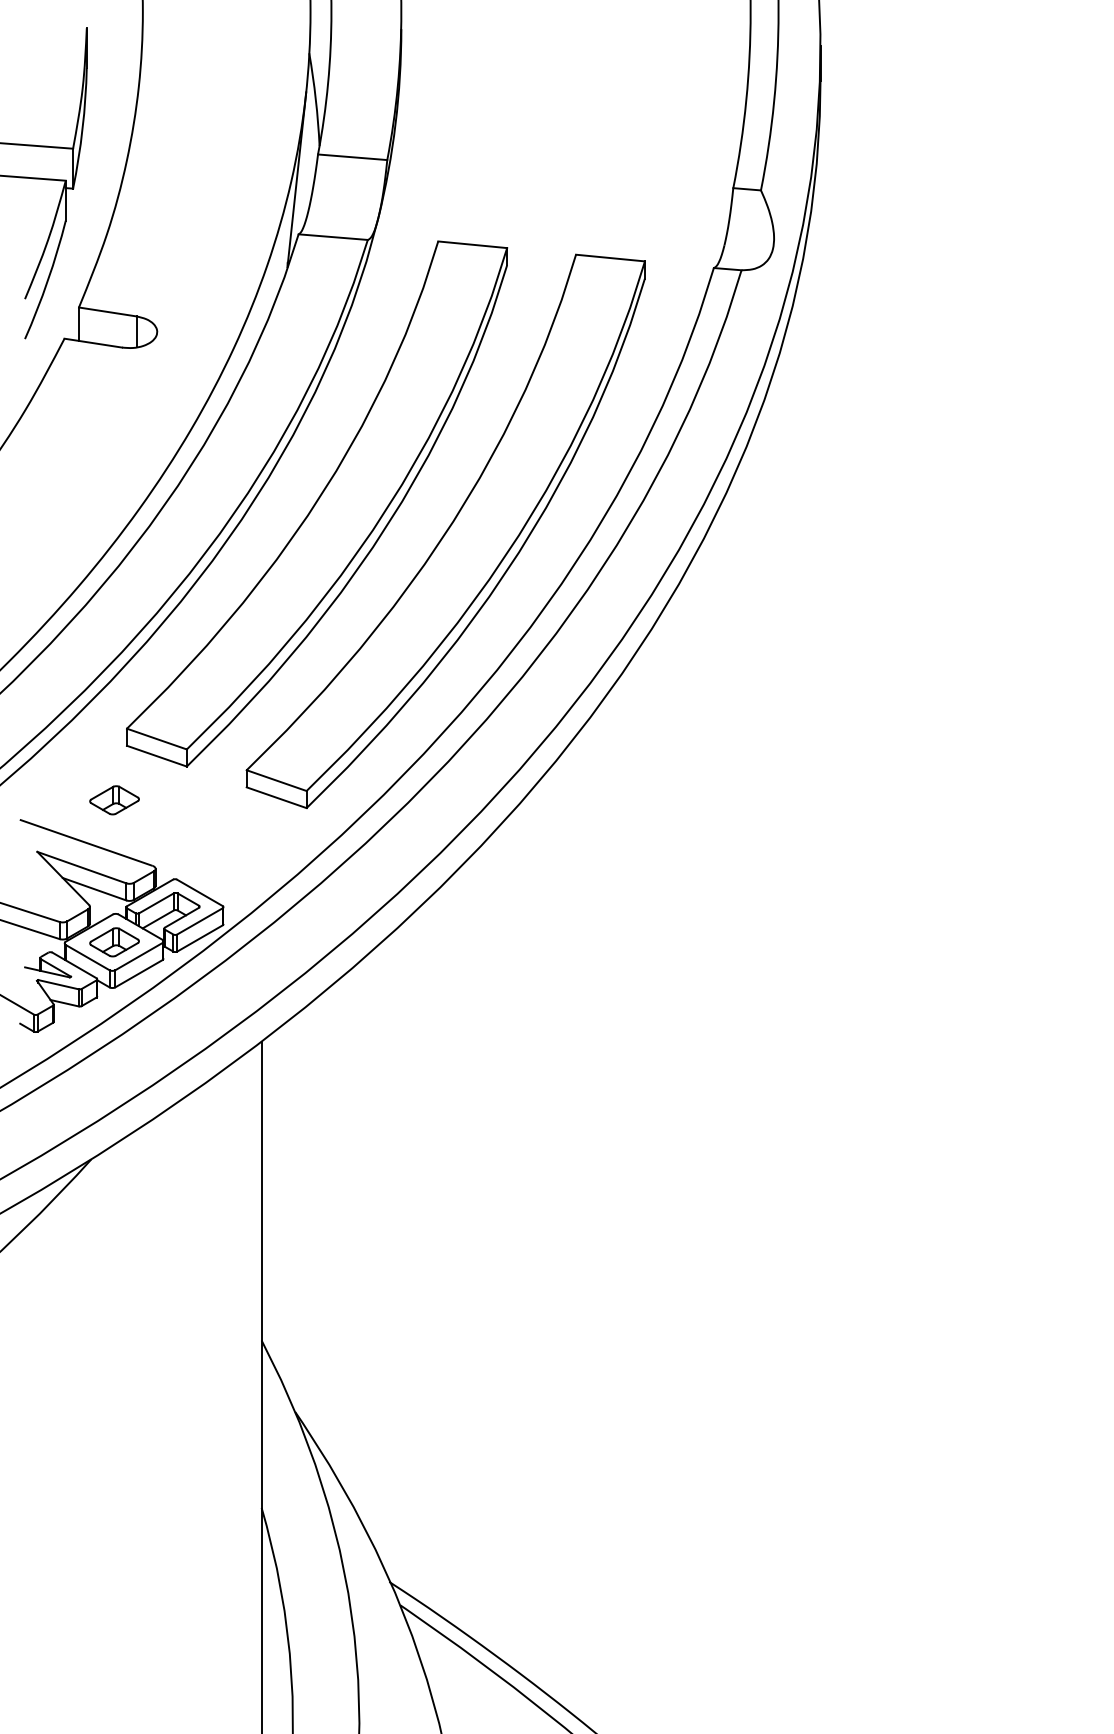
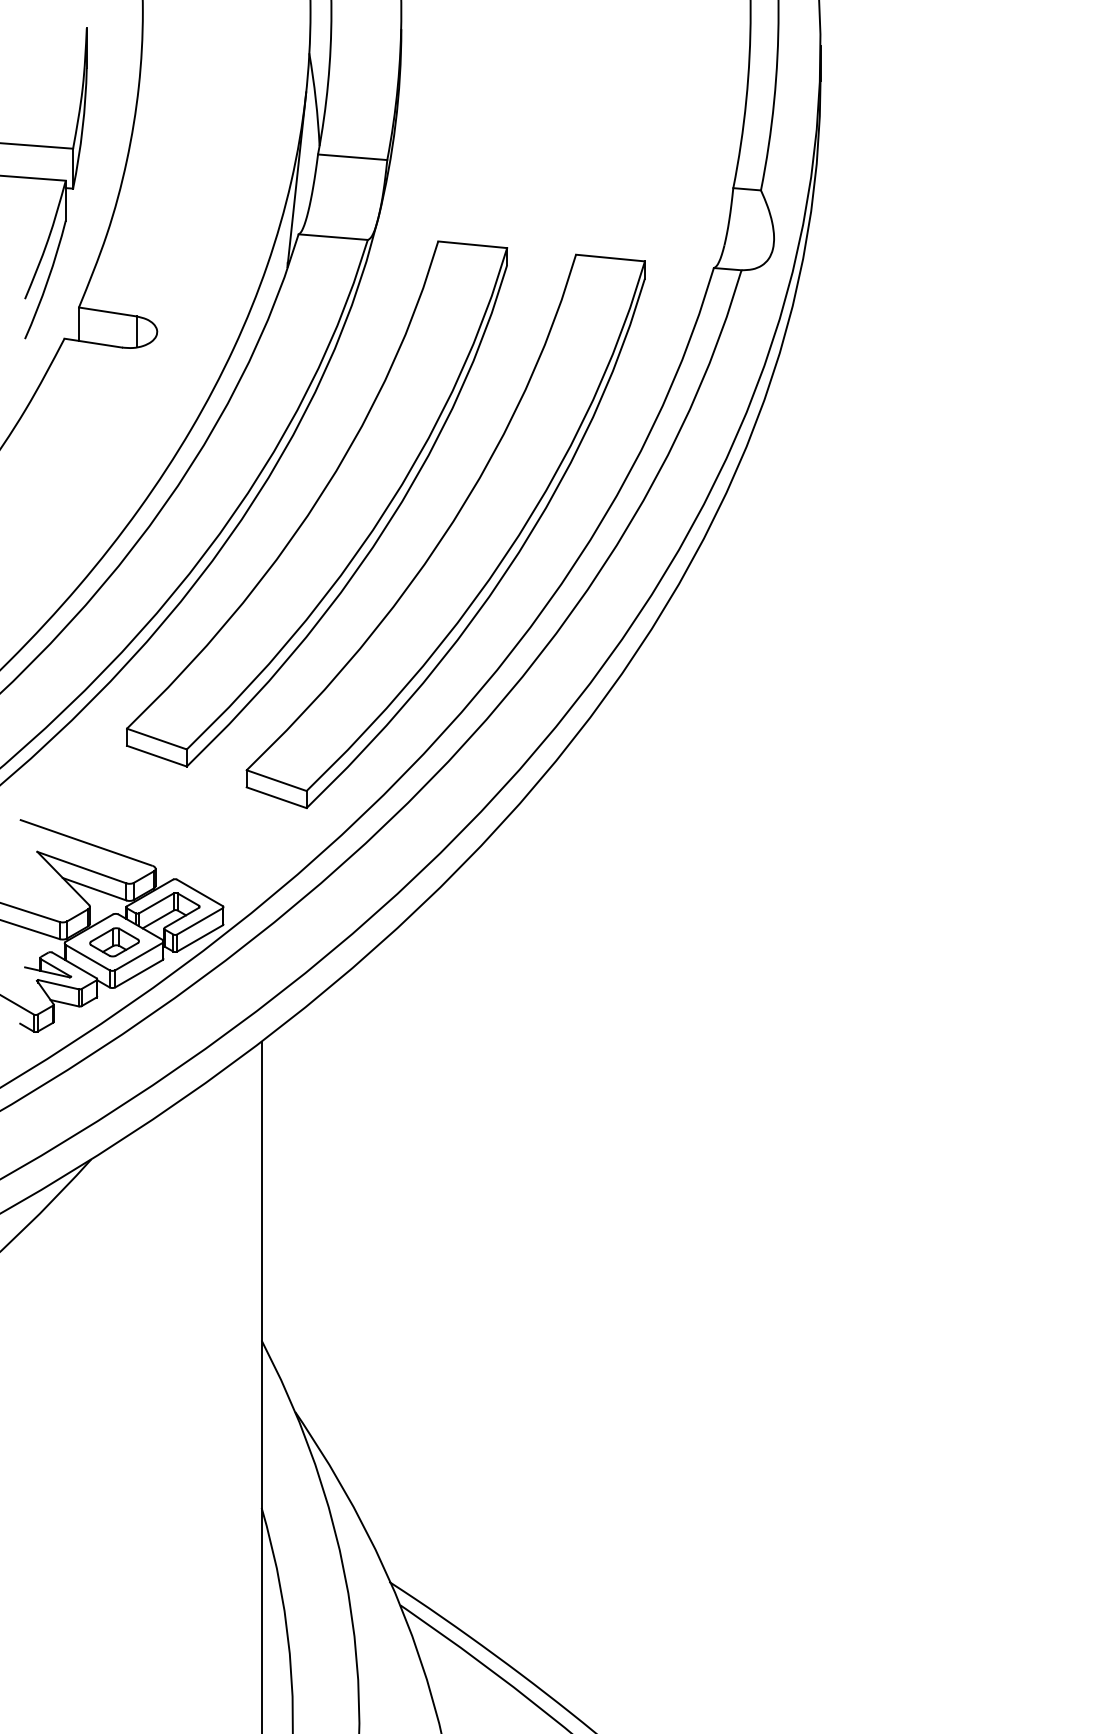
part at (114, 800): present -> none
